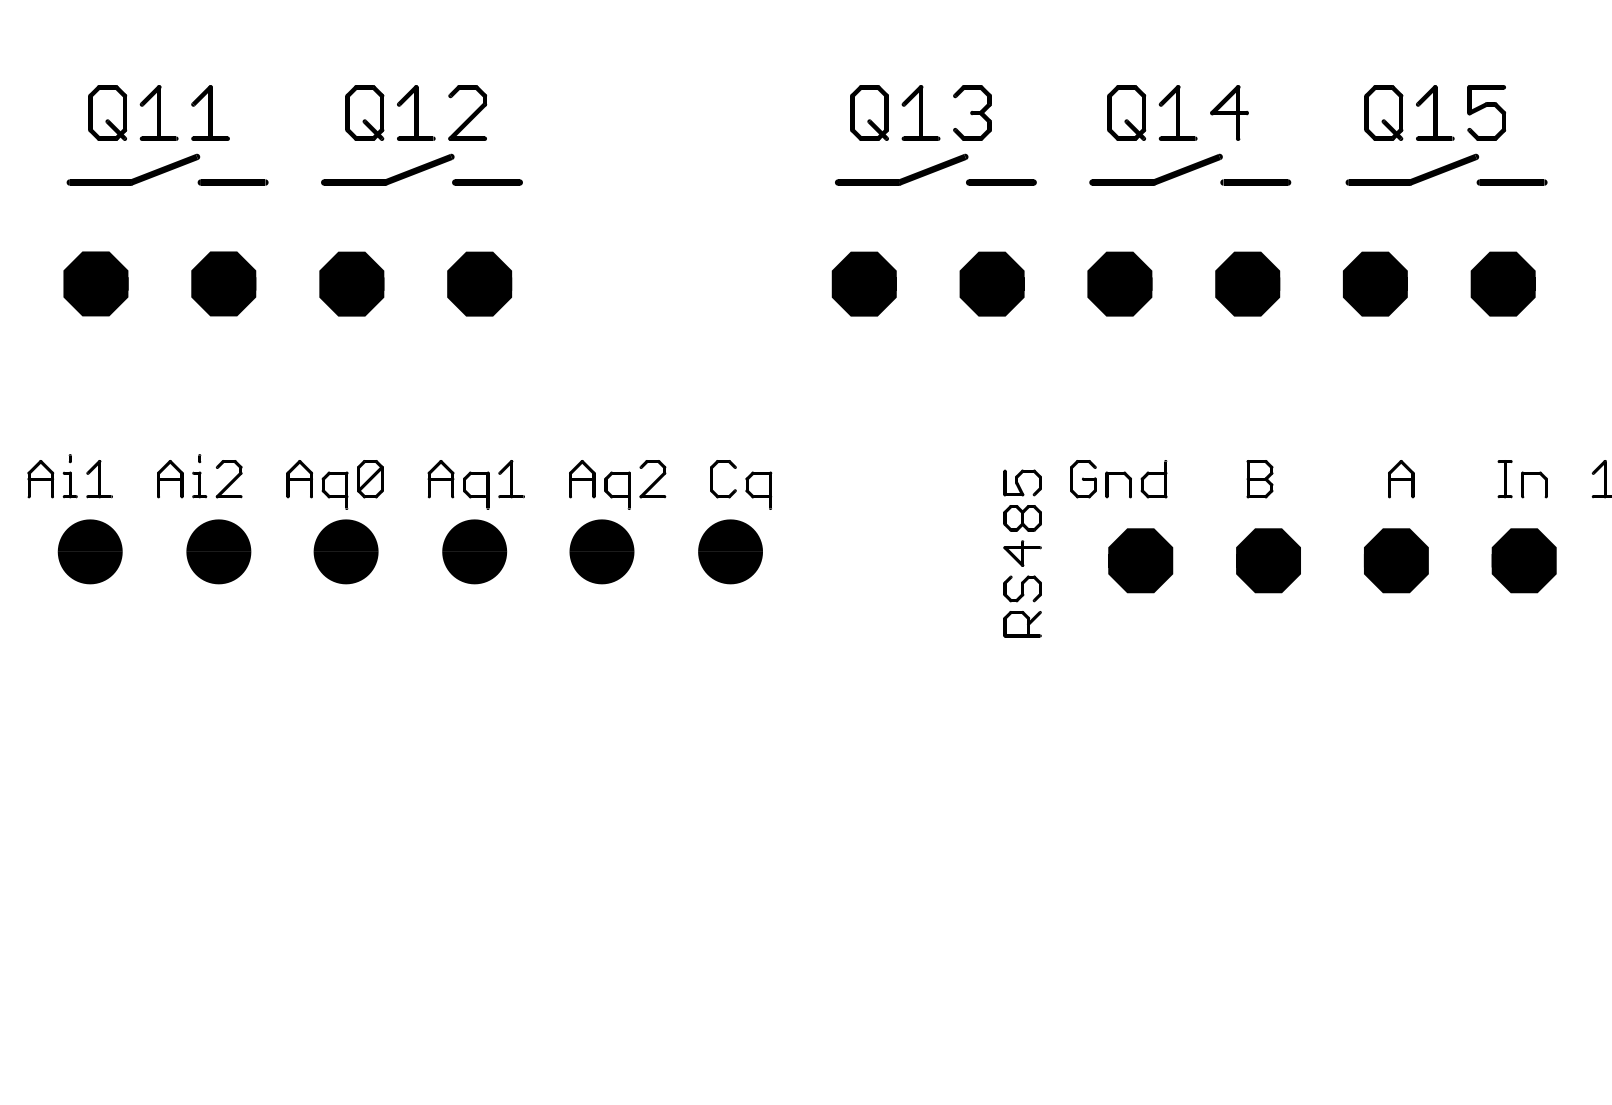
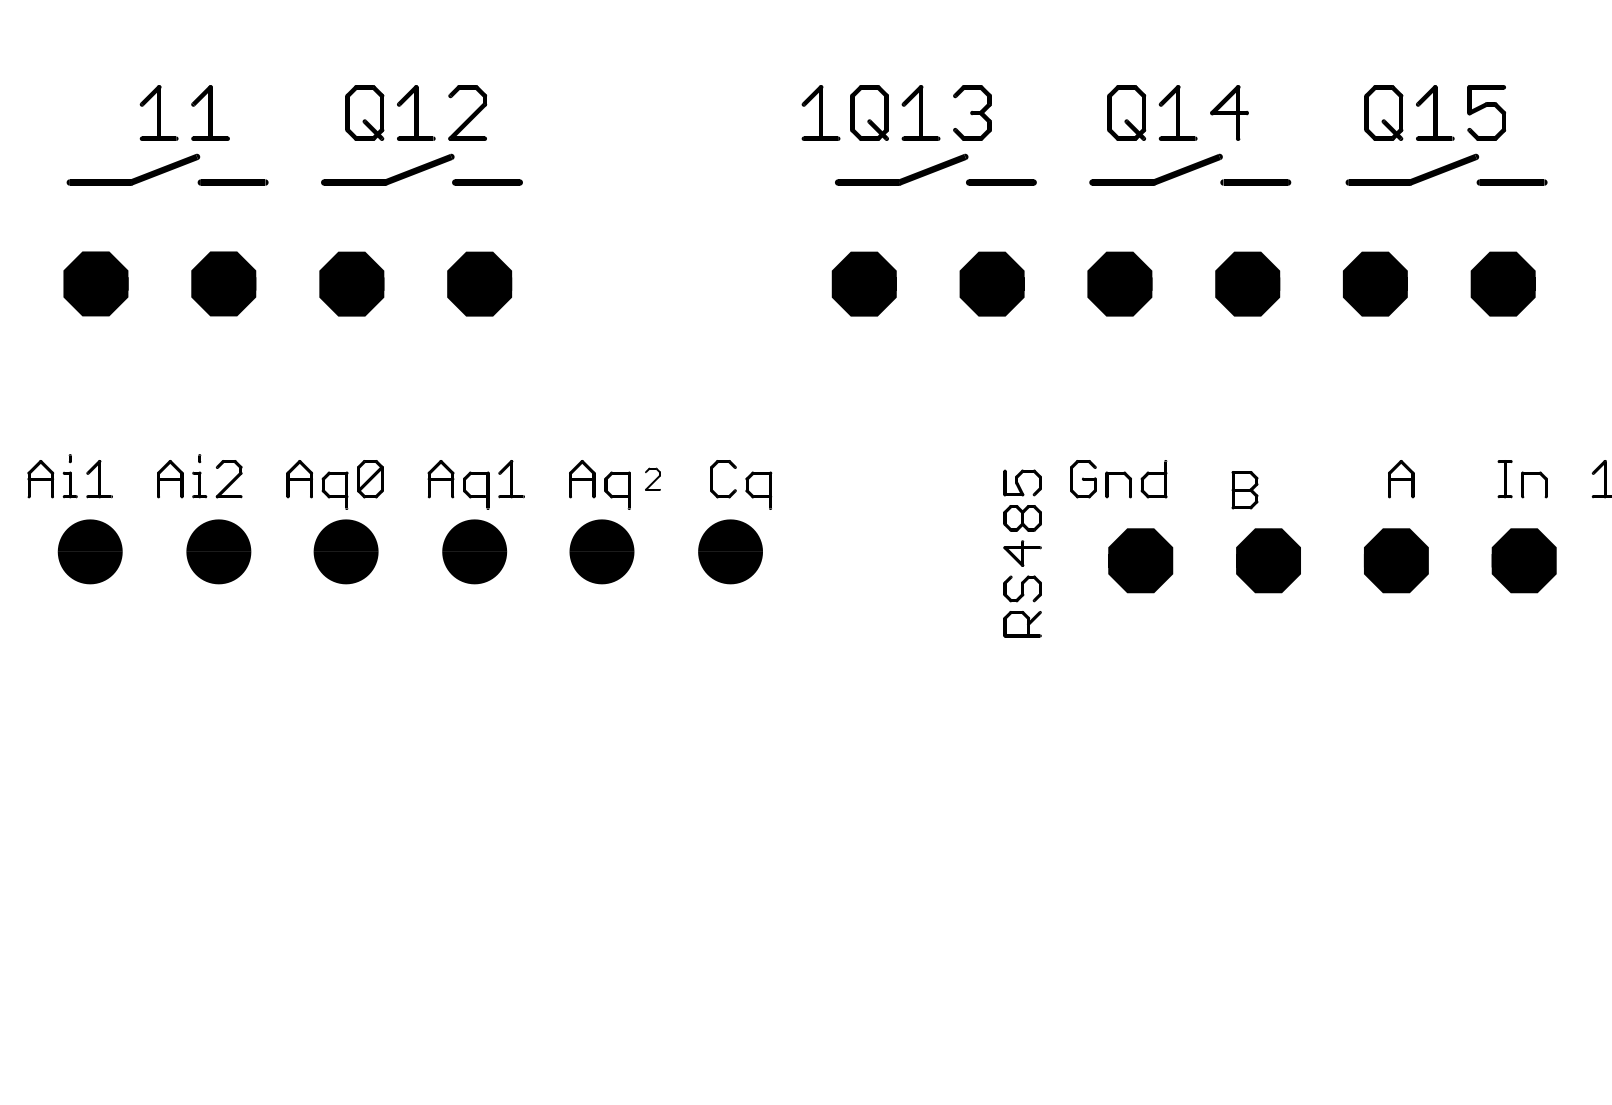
part at (107, 112): present -> none
part at (820, 112): none -> present
part at (652, 479) size: 28x39 px -> 16x24 px
part at (1259, 479) position: (1259, 479) -> (1244, 490)
